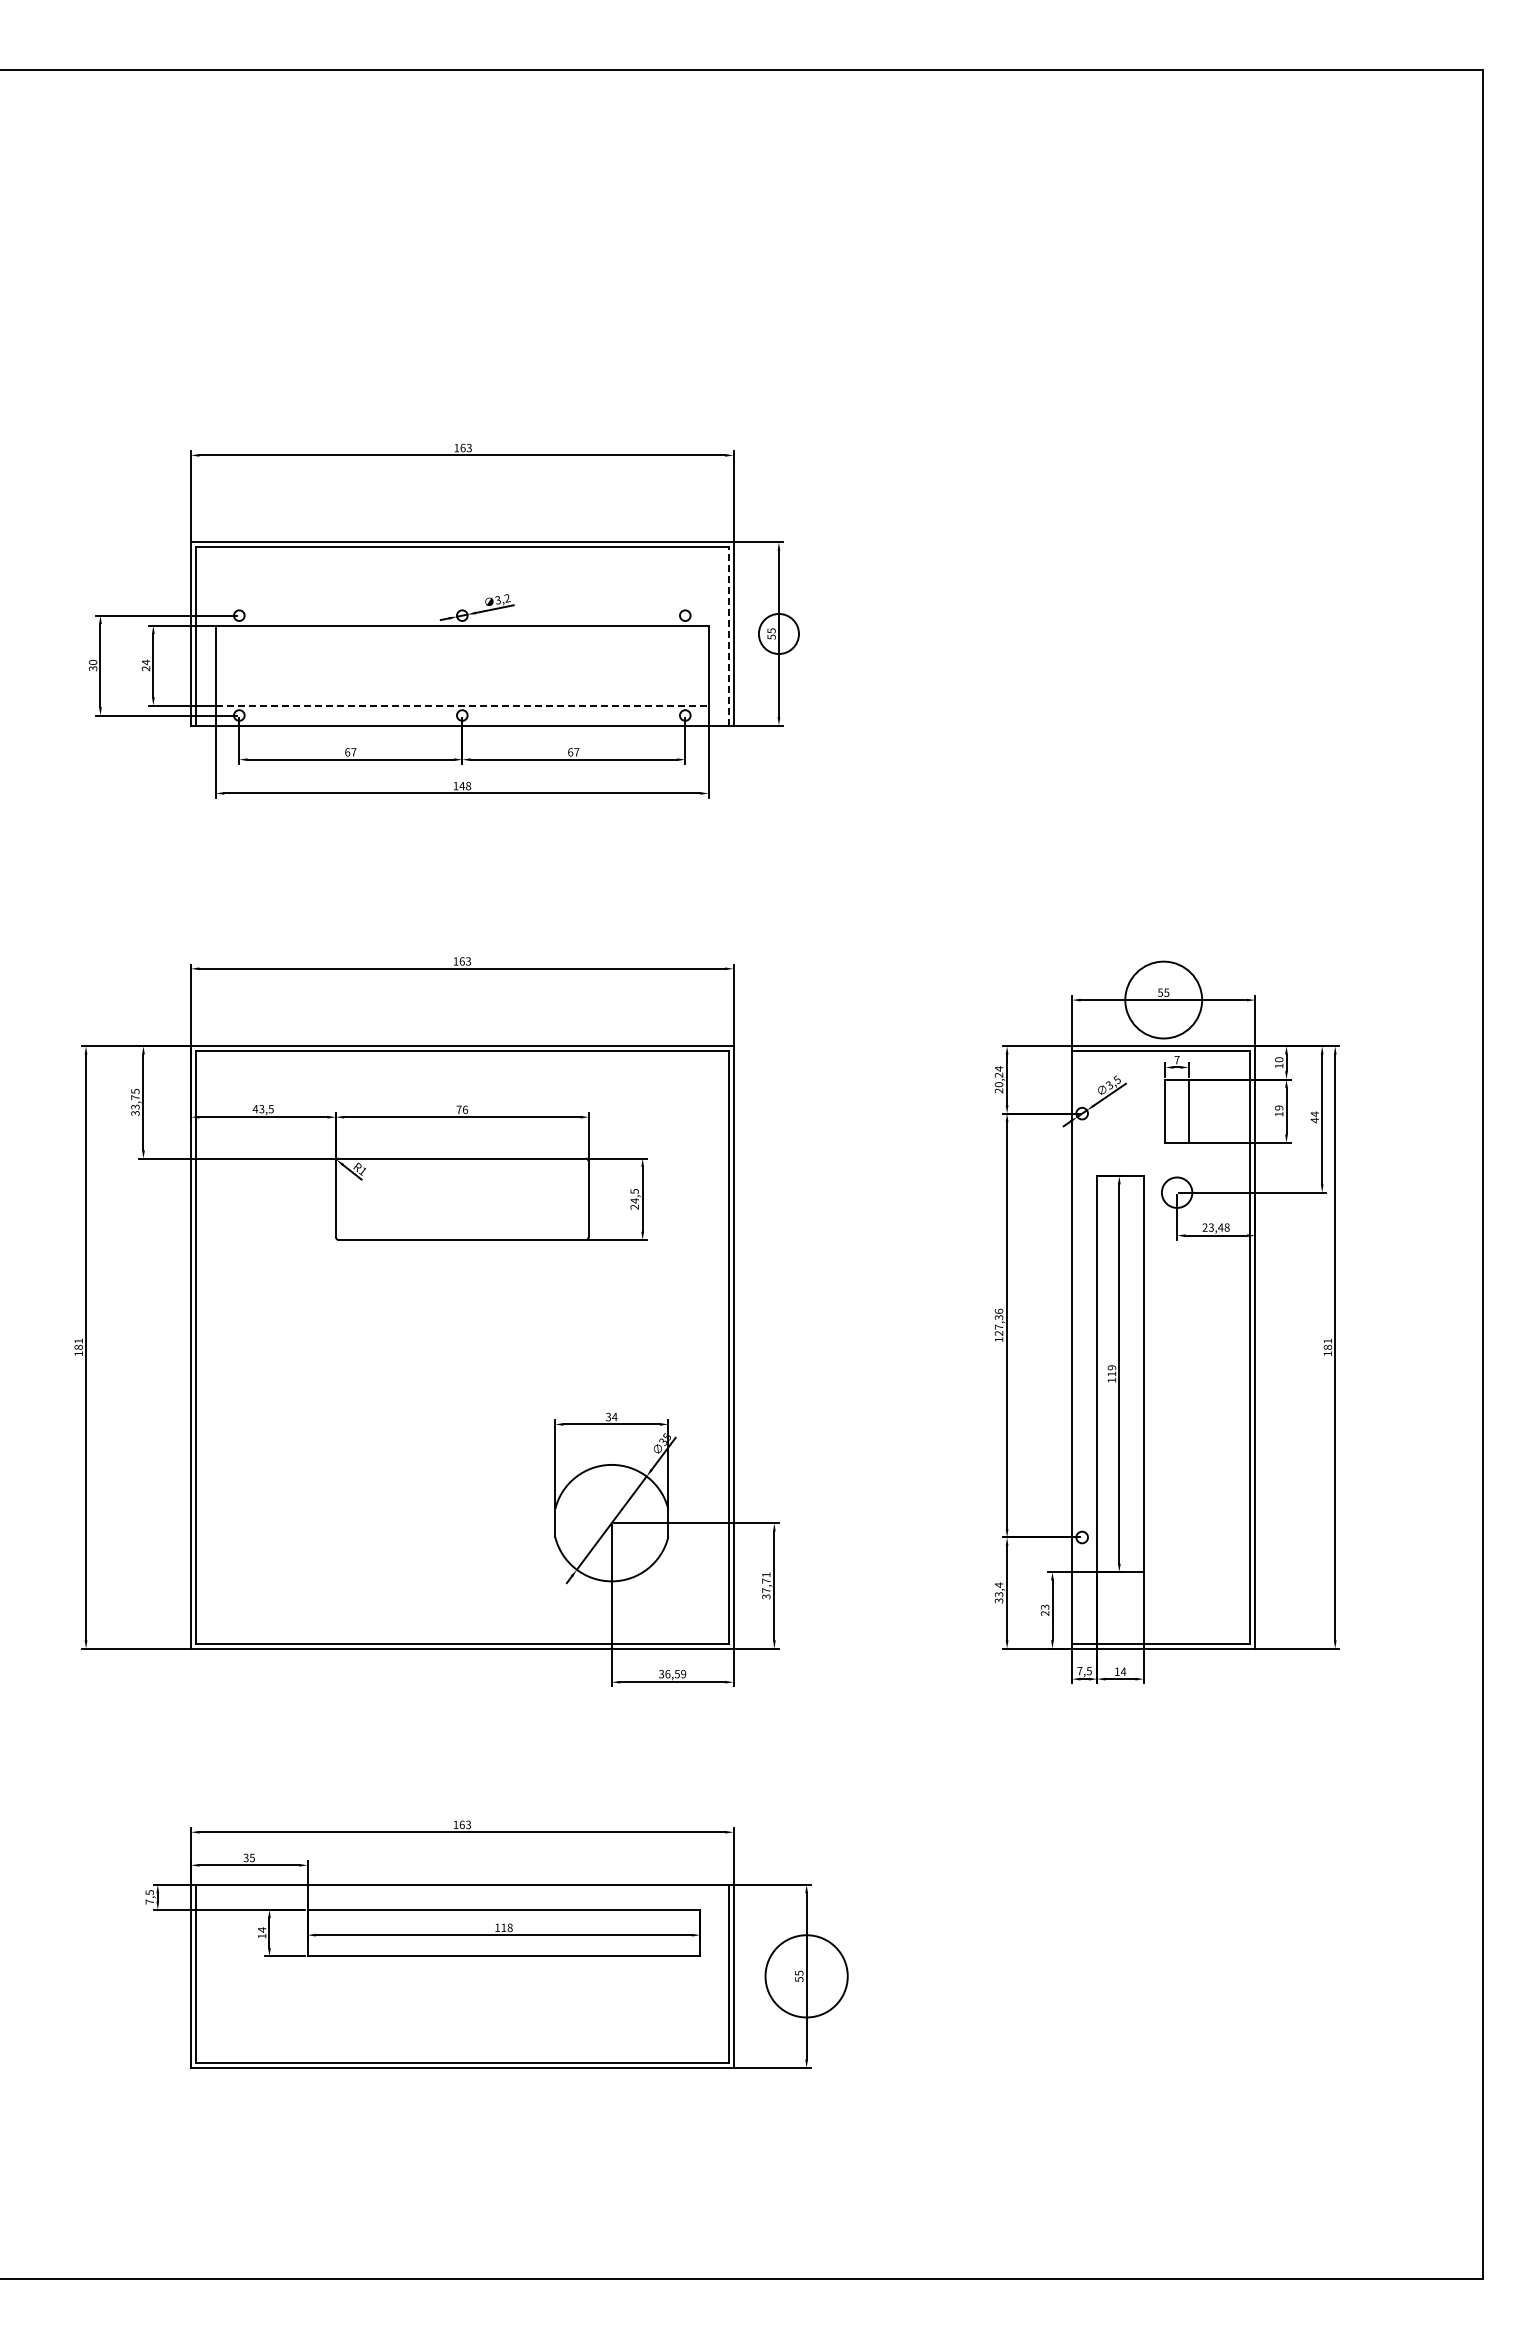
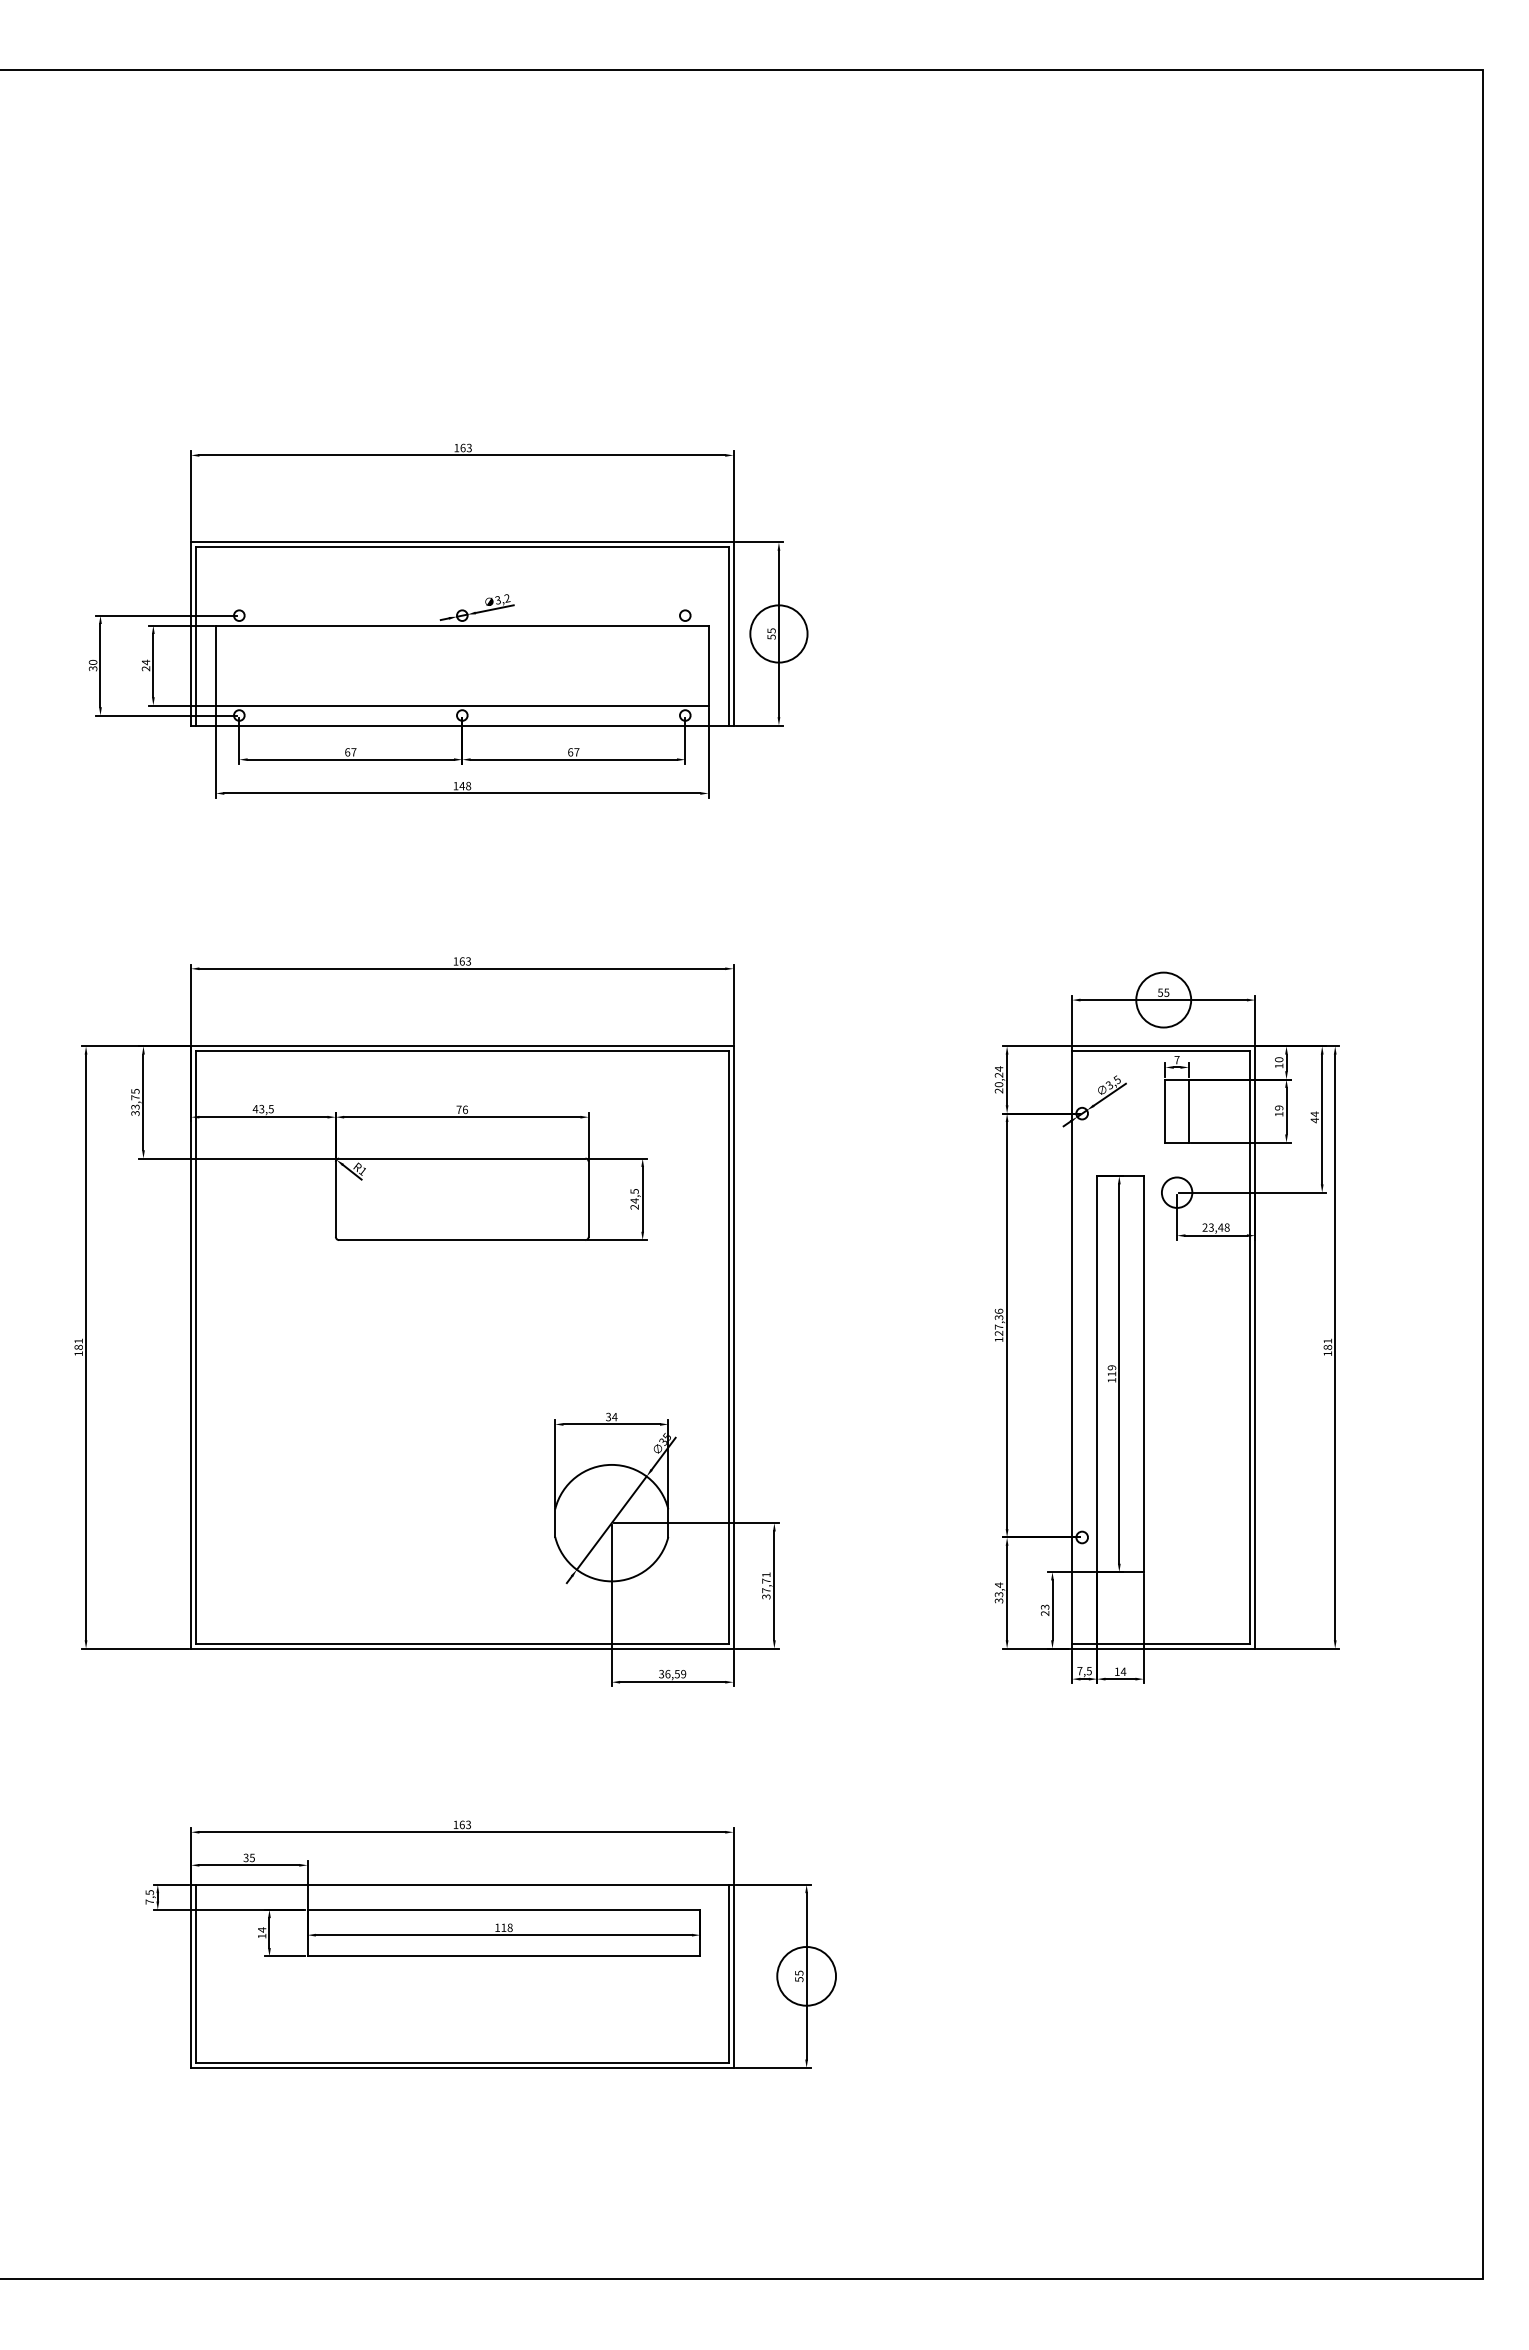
circle at (778, 633) diameter: 40 px -> 57 px
line at (728, 635): dashed -> solid
line at (462, 705): dashed -> solid
circle at (1163, 999) diameter: 77 px -> 55 px
circle at (806, 1976) diameter: 82 px -> 59 px
